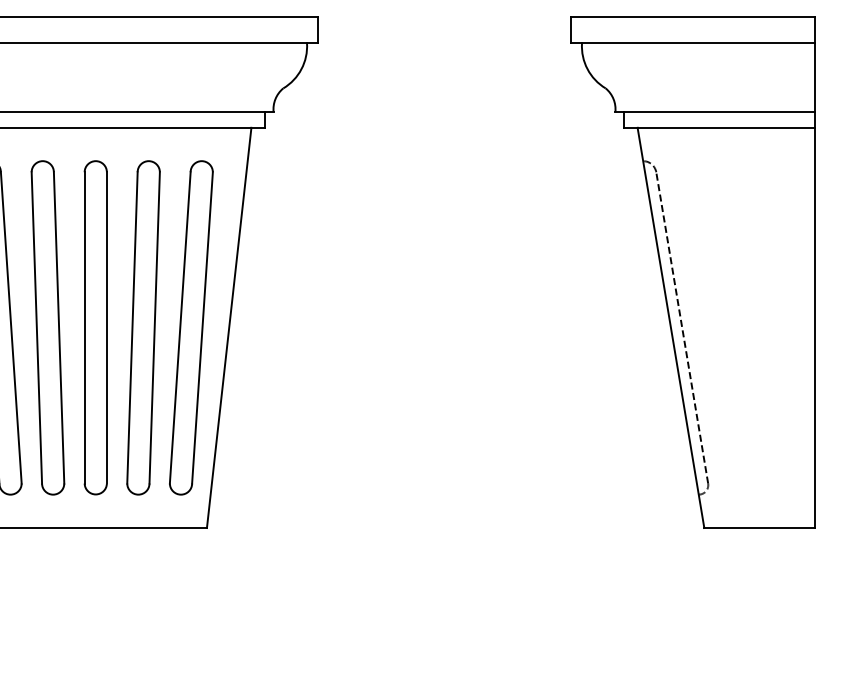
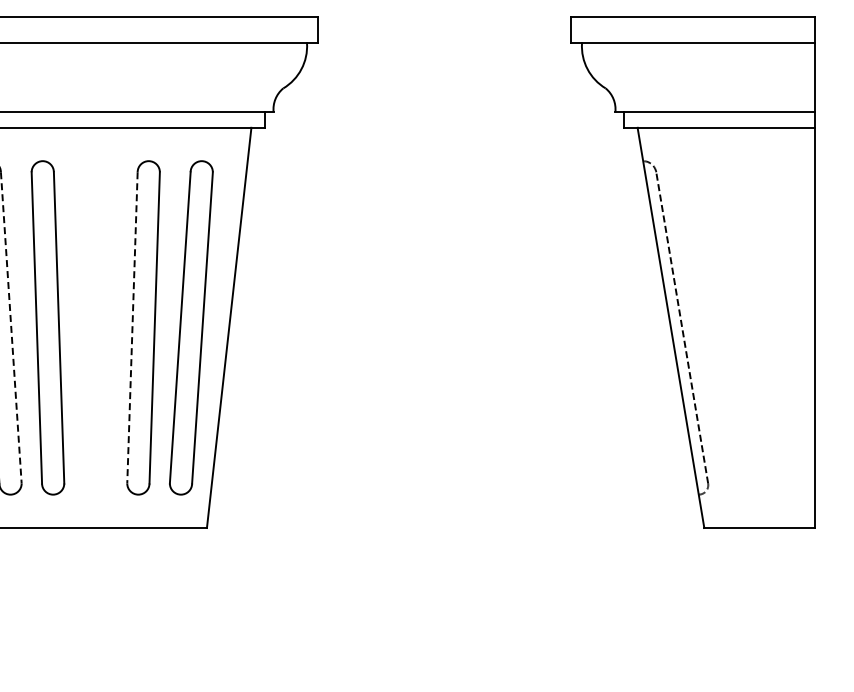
line at (11, 327): solid -> dashed
part at (95, 327): present -> none
line at (132, 327): solid -> dashed
